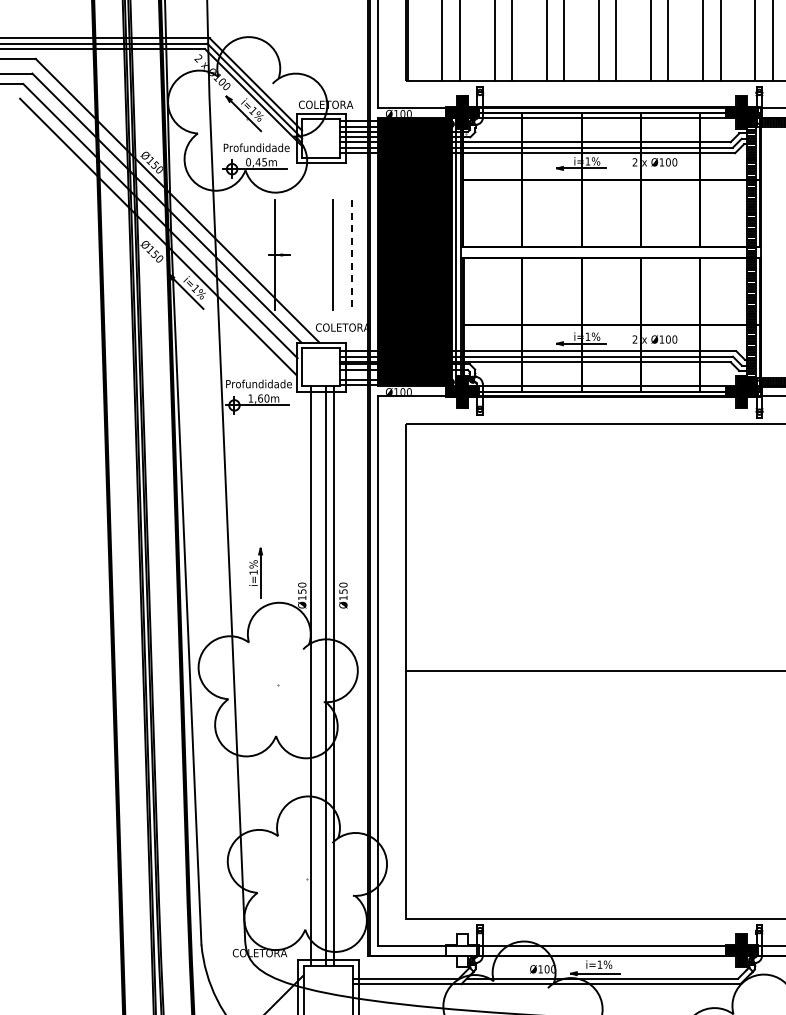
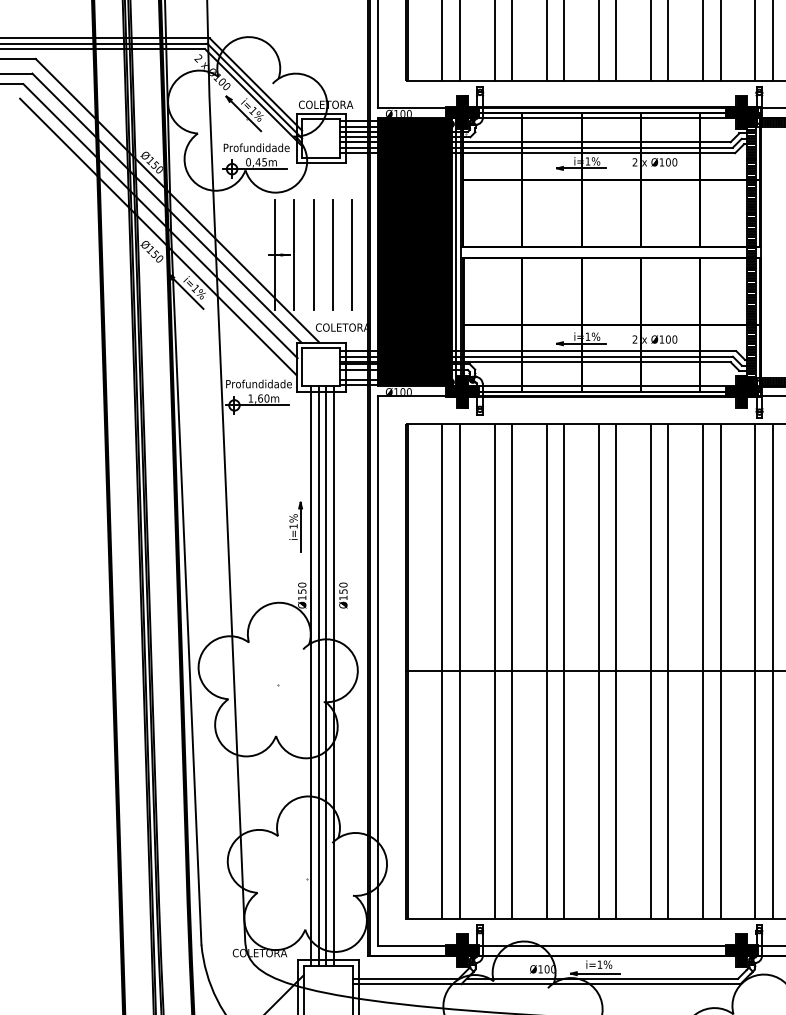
line at (294, 254): none -> present
line at (313, 254): none -> present
line at (351, 255): dashed -> solid
part at (255, 572) position: (255, 572) -> (295, 526)
hatch at (589, 670): none -> present
line at (319, 675): none -> present
fill at (462, 950): none -> present
